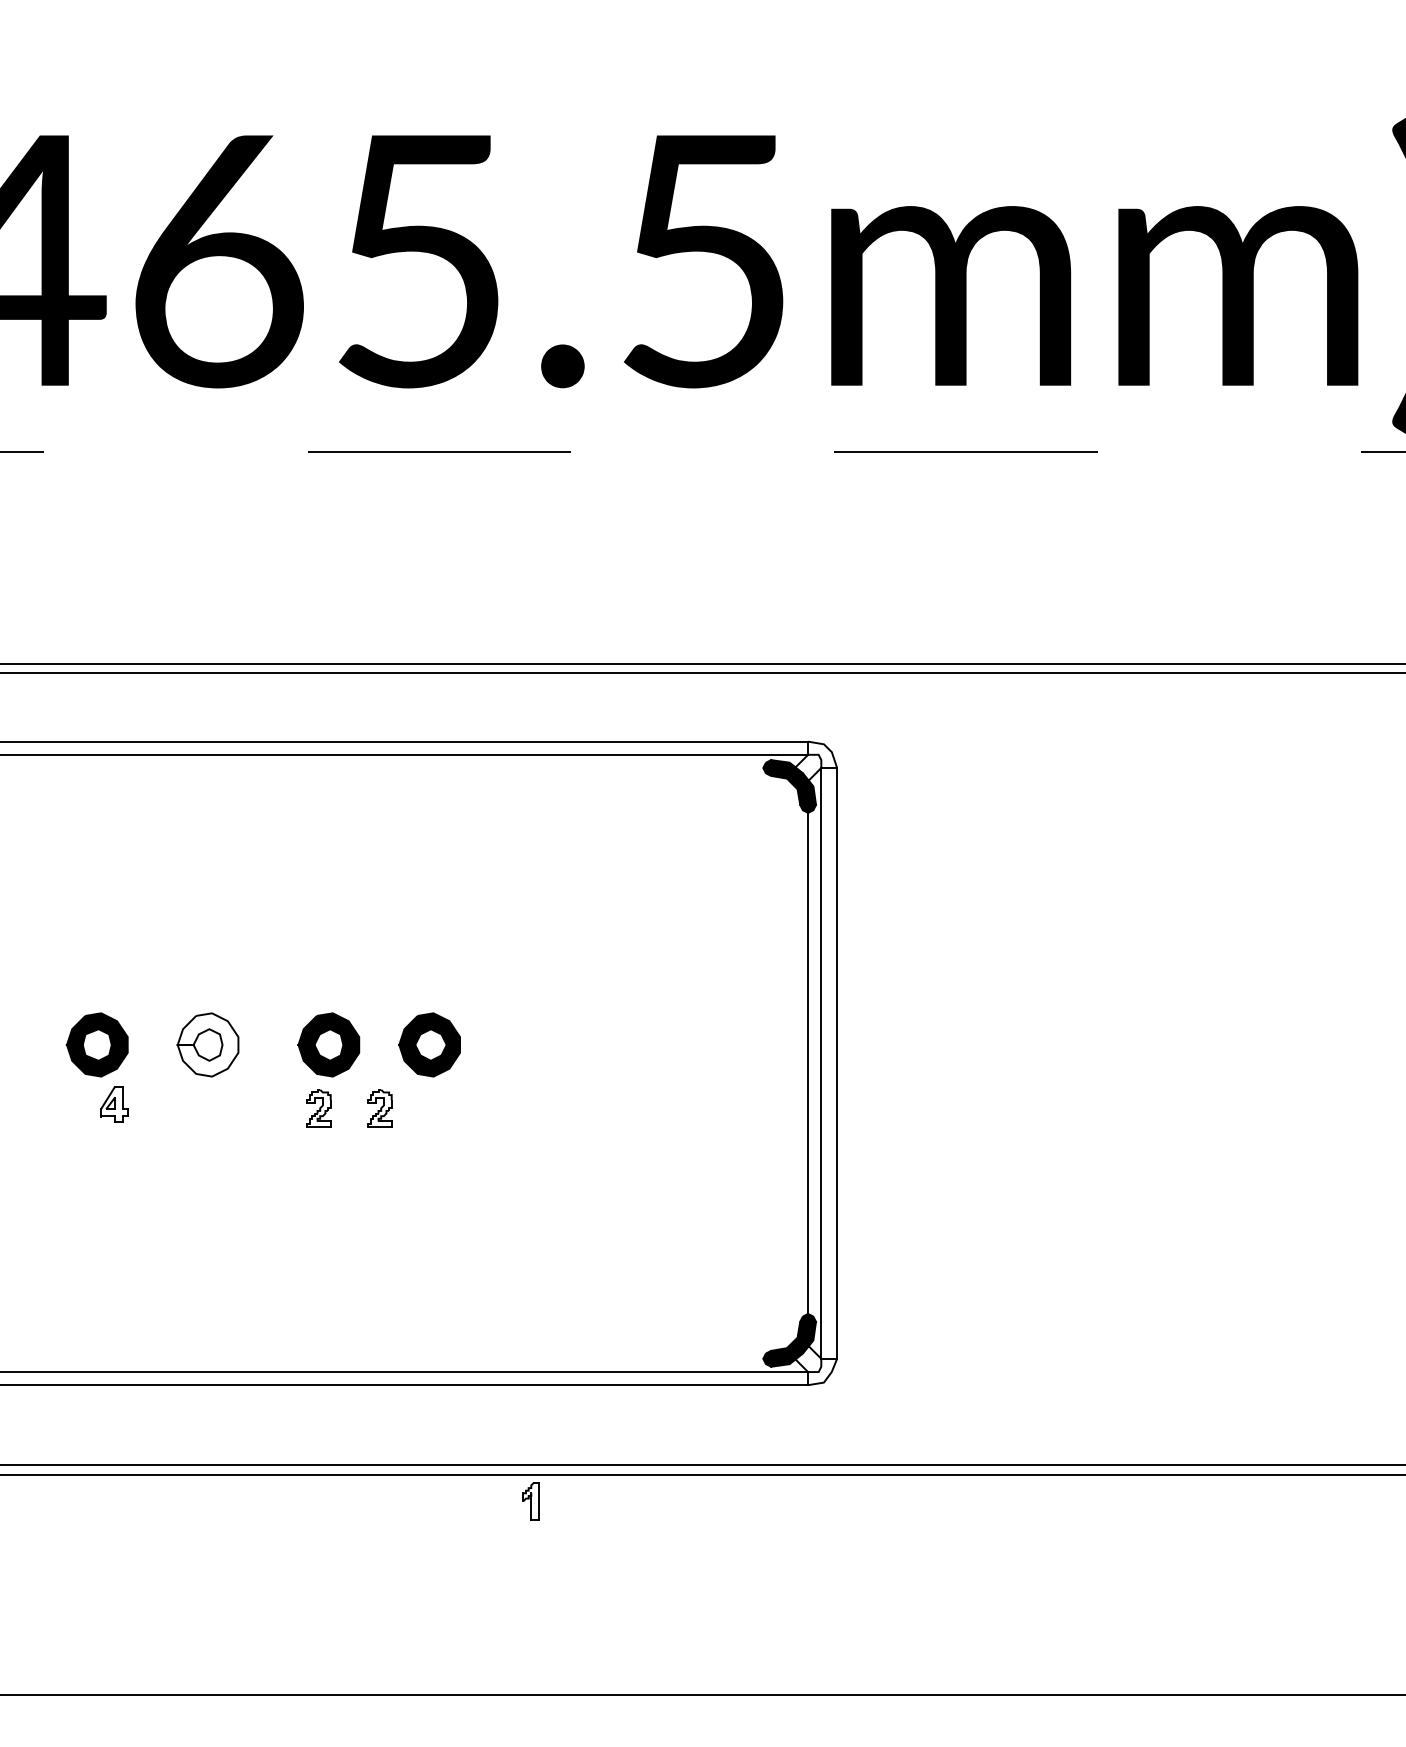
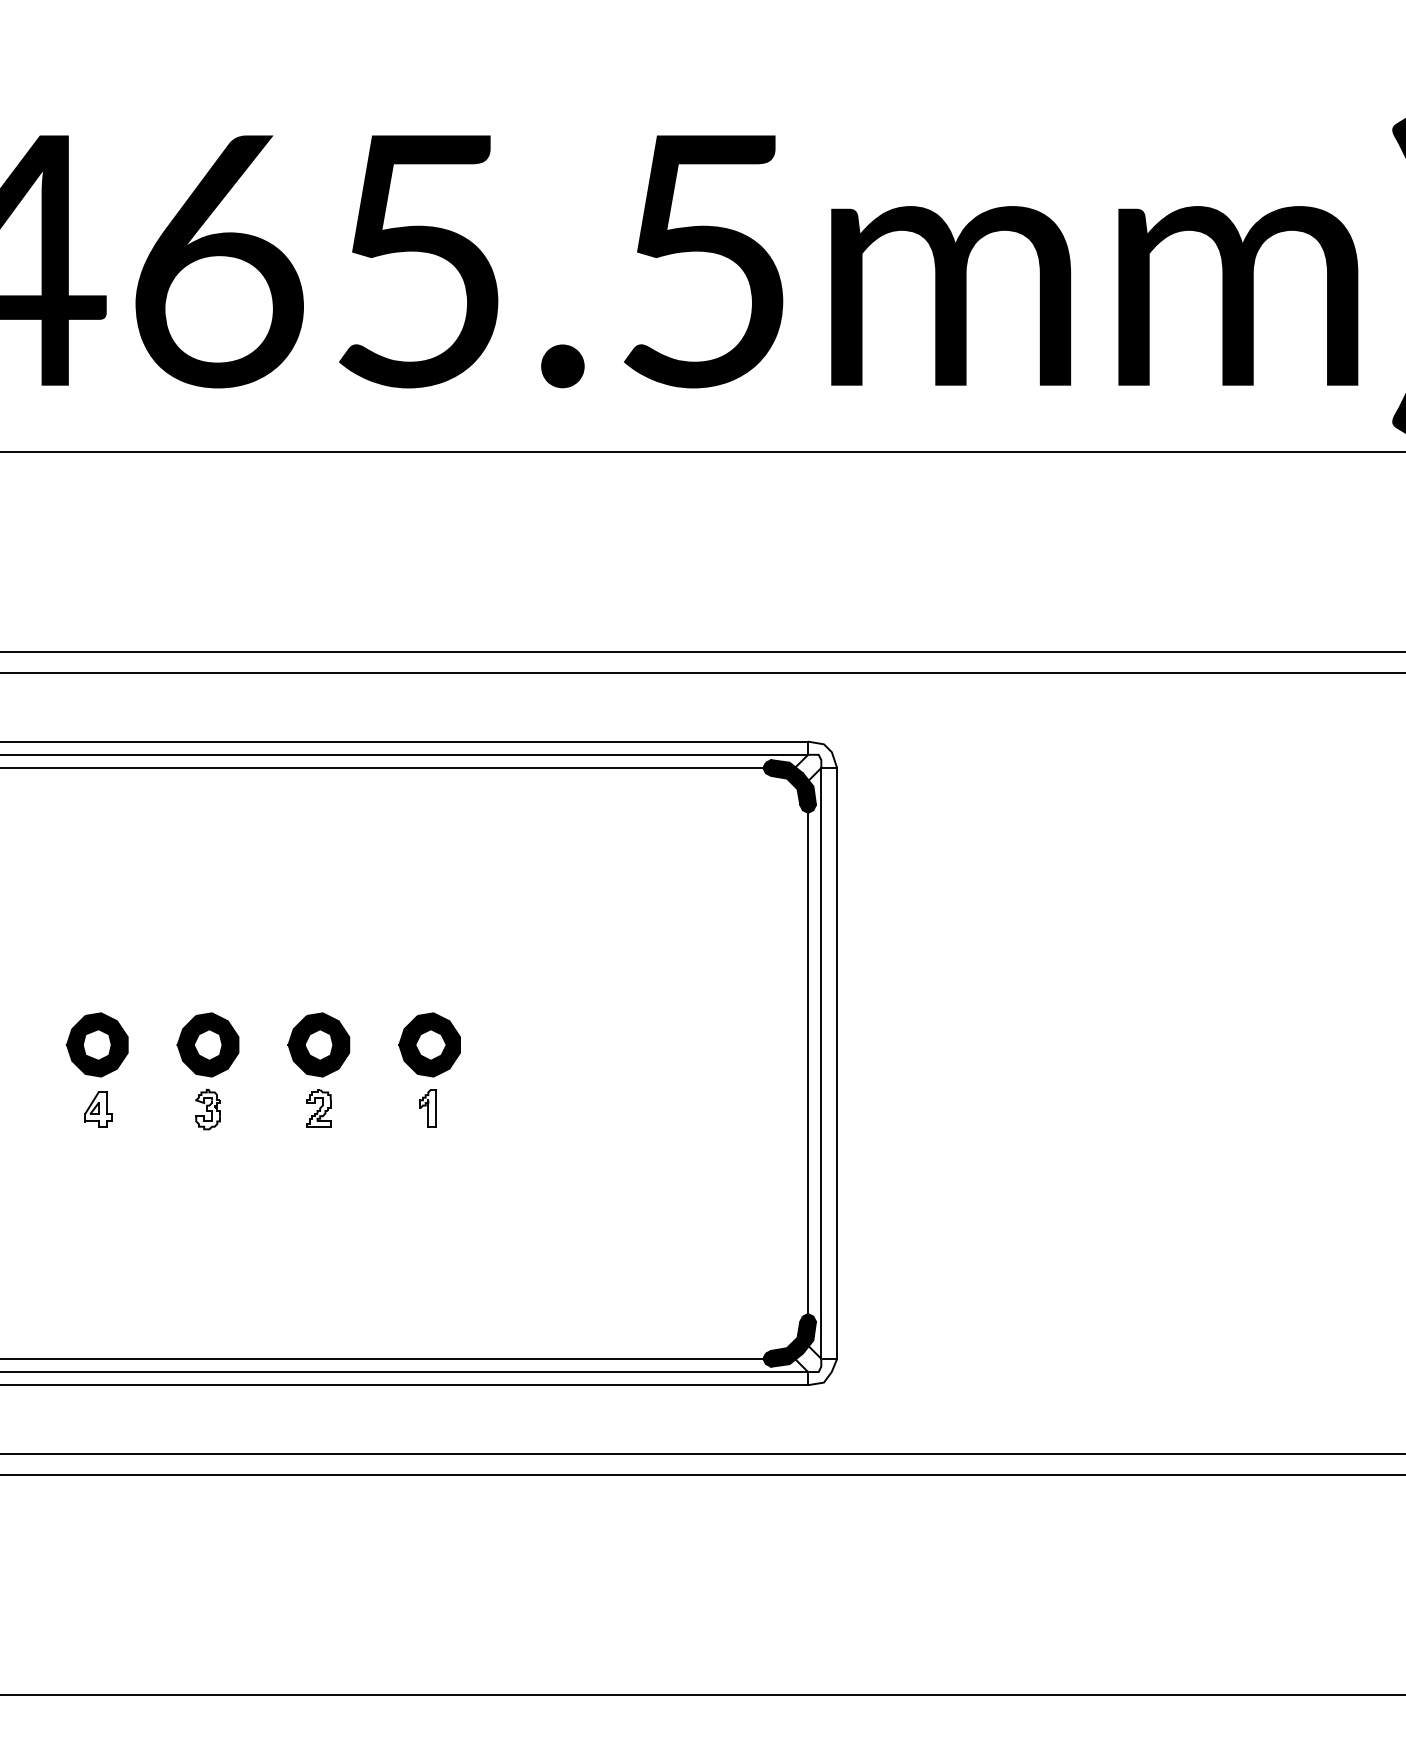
line at (702, 451): dashed -> solid
line at (702, 663) position: (702, 663) -> (702, 651)
line at (386, 768): none -> present
fill at (207, 1044): none -> present
part at (328, 1044) position: (328, 1044) -> (318, 1044)
part at (114, 1104) position: (114, 1104) -> (98, 1109)
part at (379, 1108): present -> none
part at (207, 1109): none -> present
line at (386, 1358): none -> present
line at (702, 1464) position: (702, 1464) -> (702, 1453)
part at (530, 1501) position: (530, 1501) -> (427, 1108)
